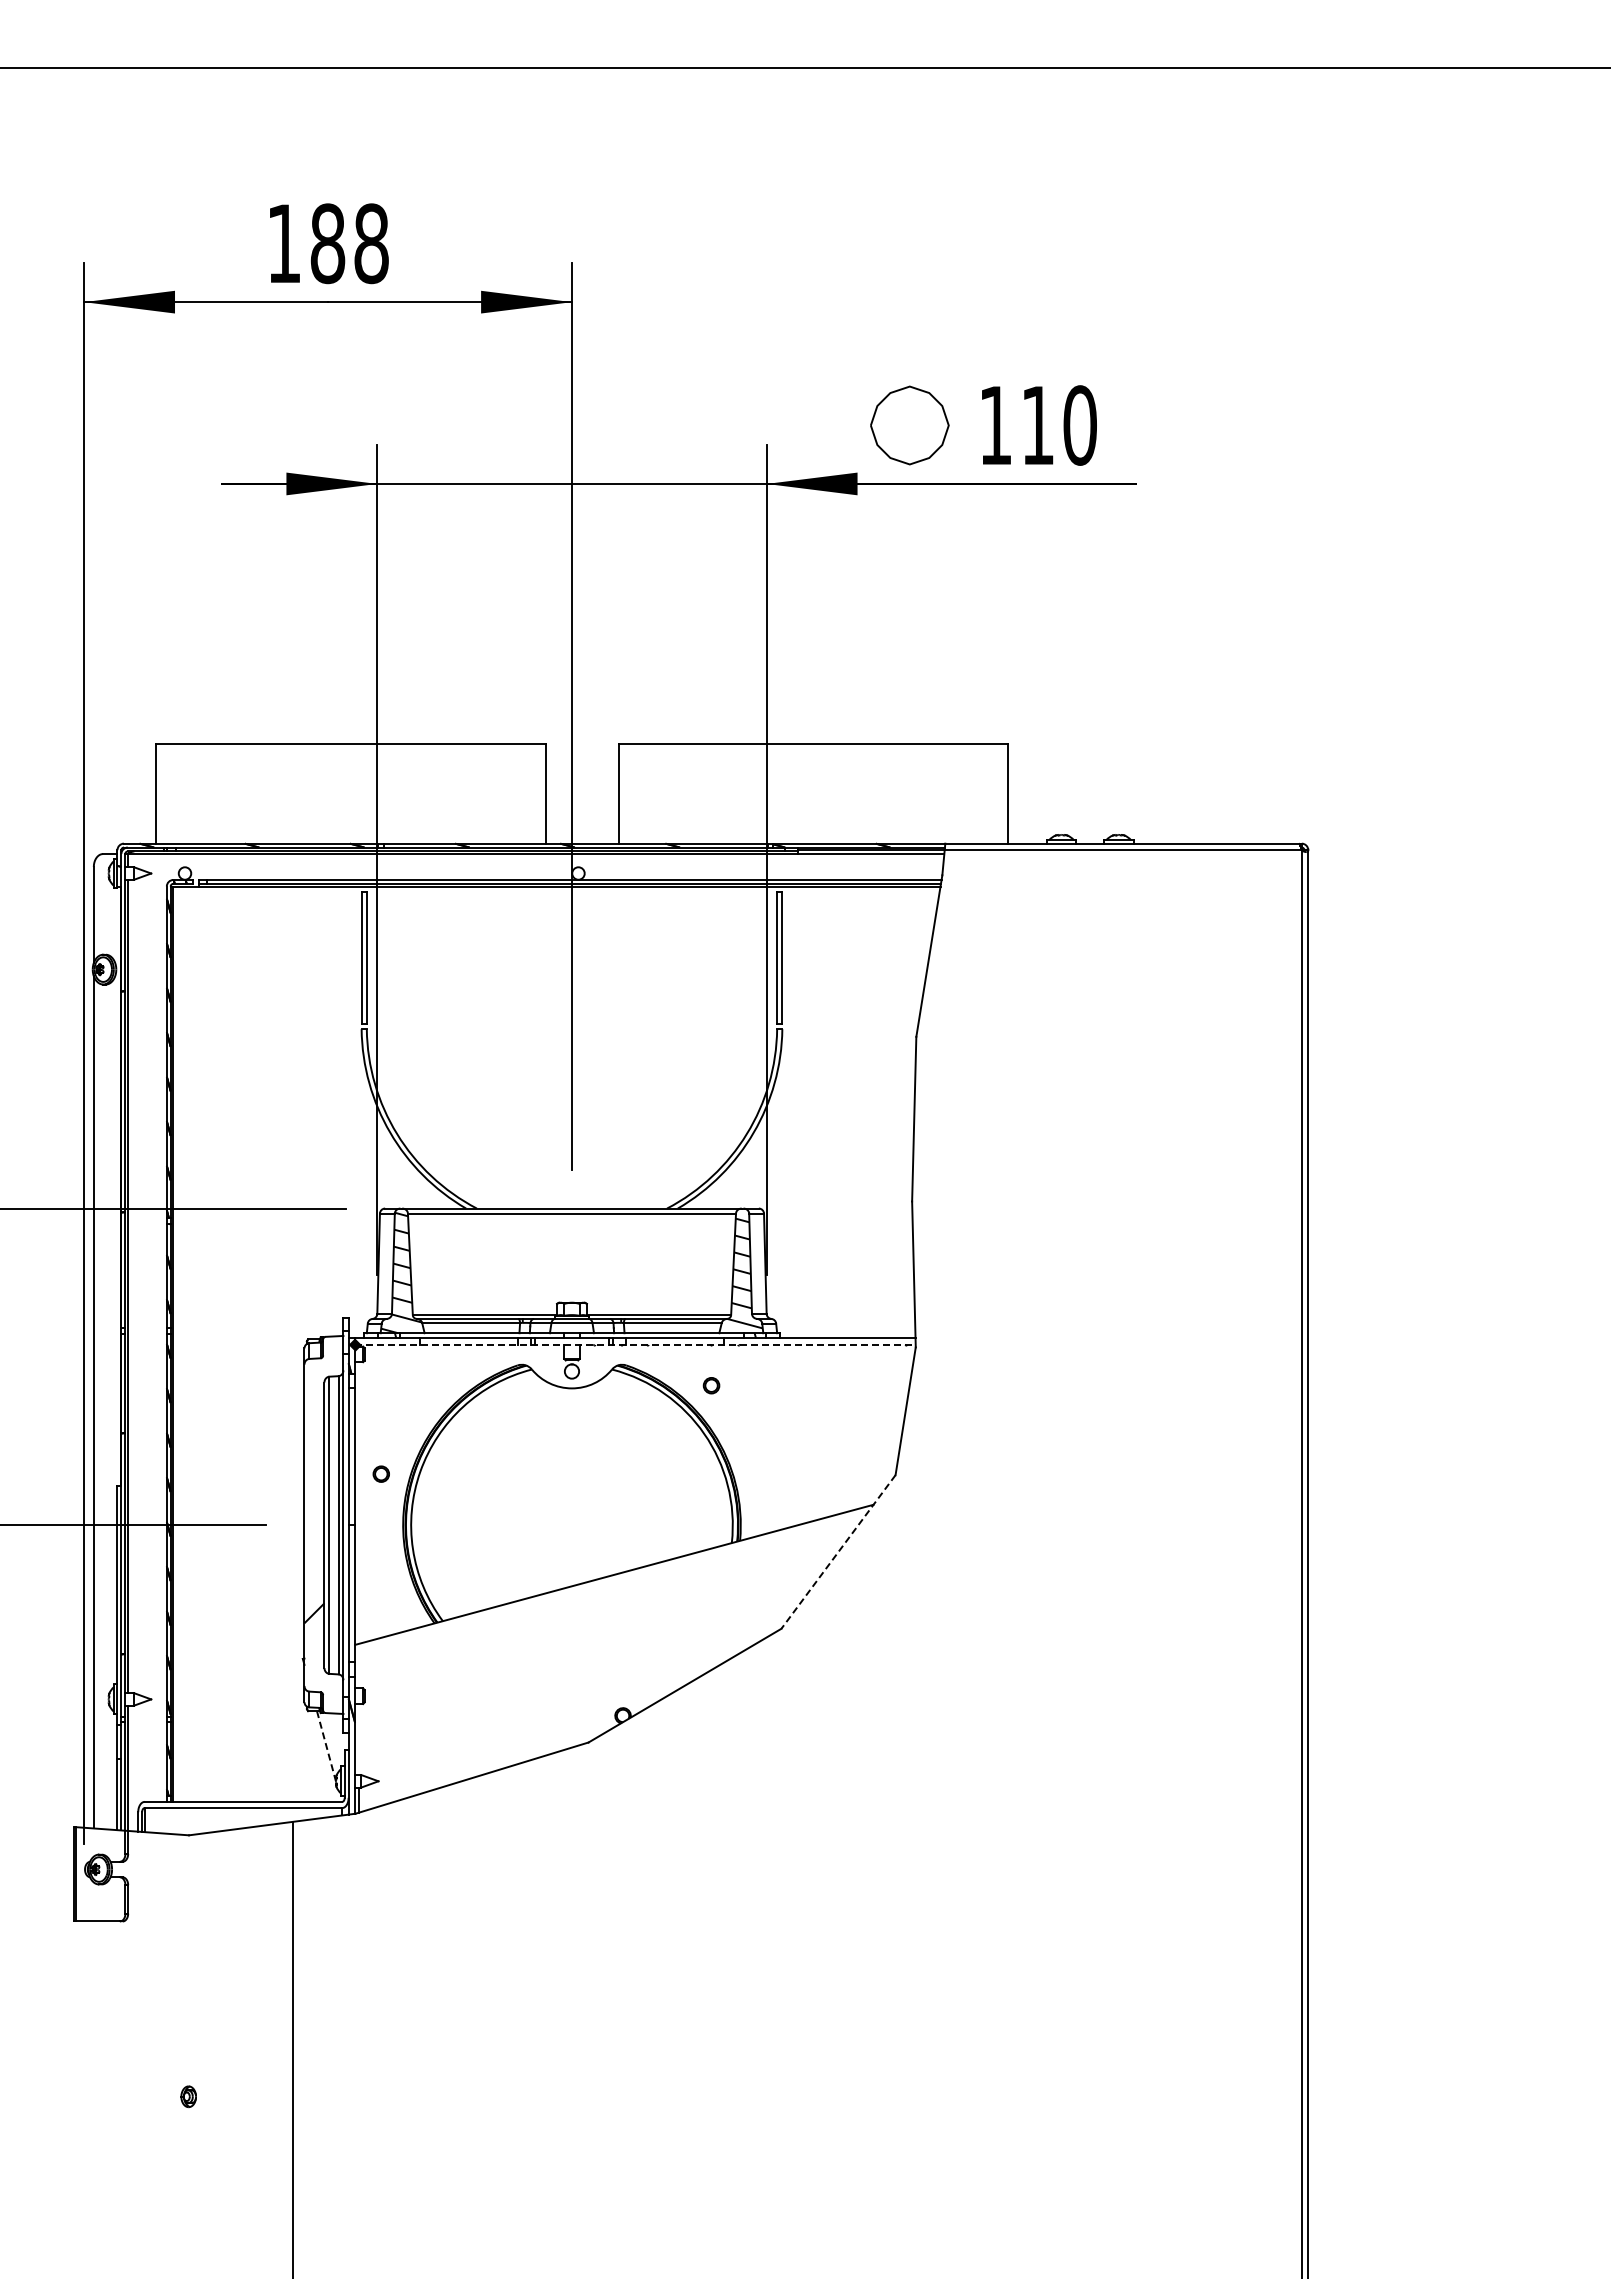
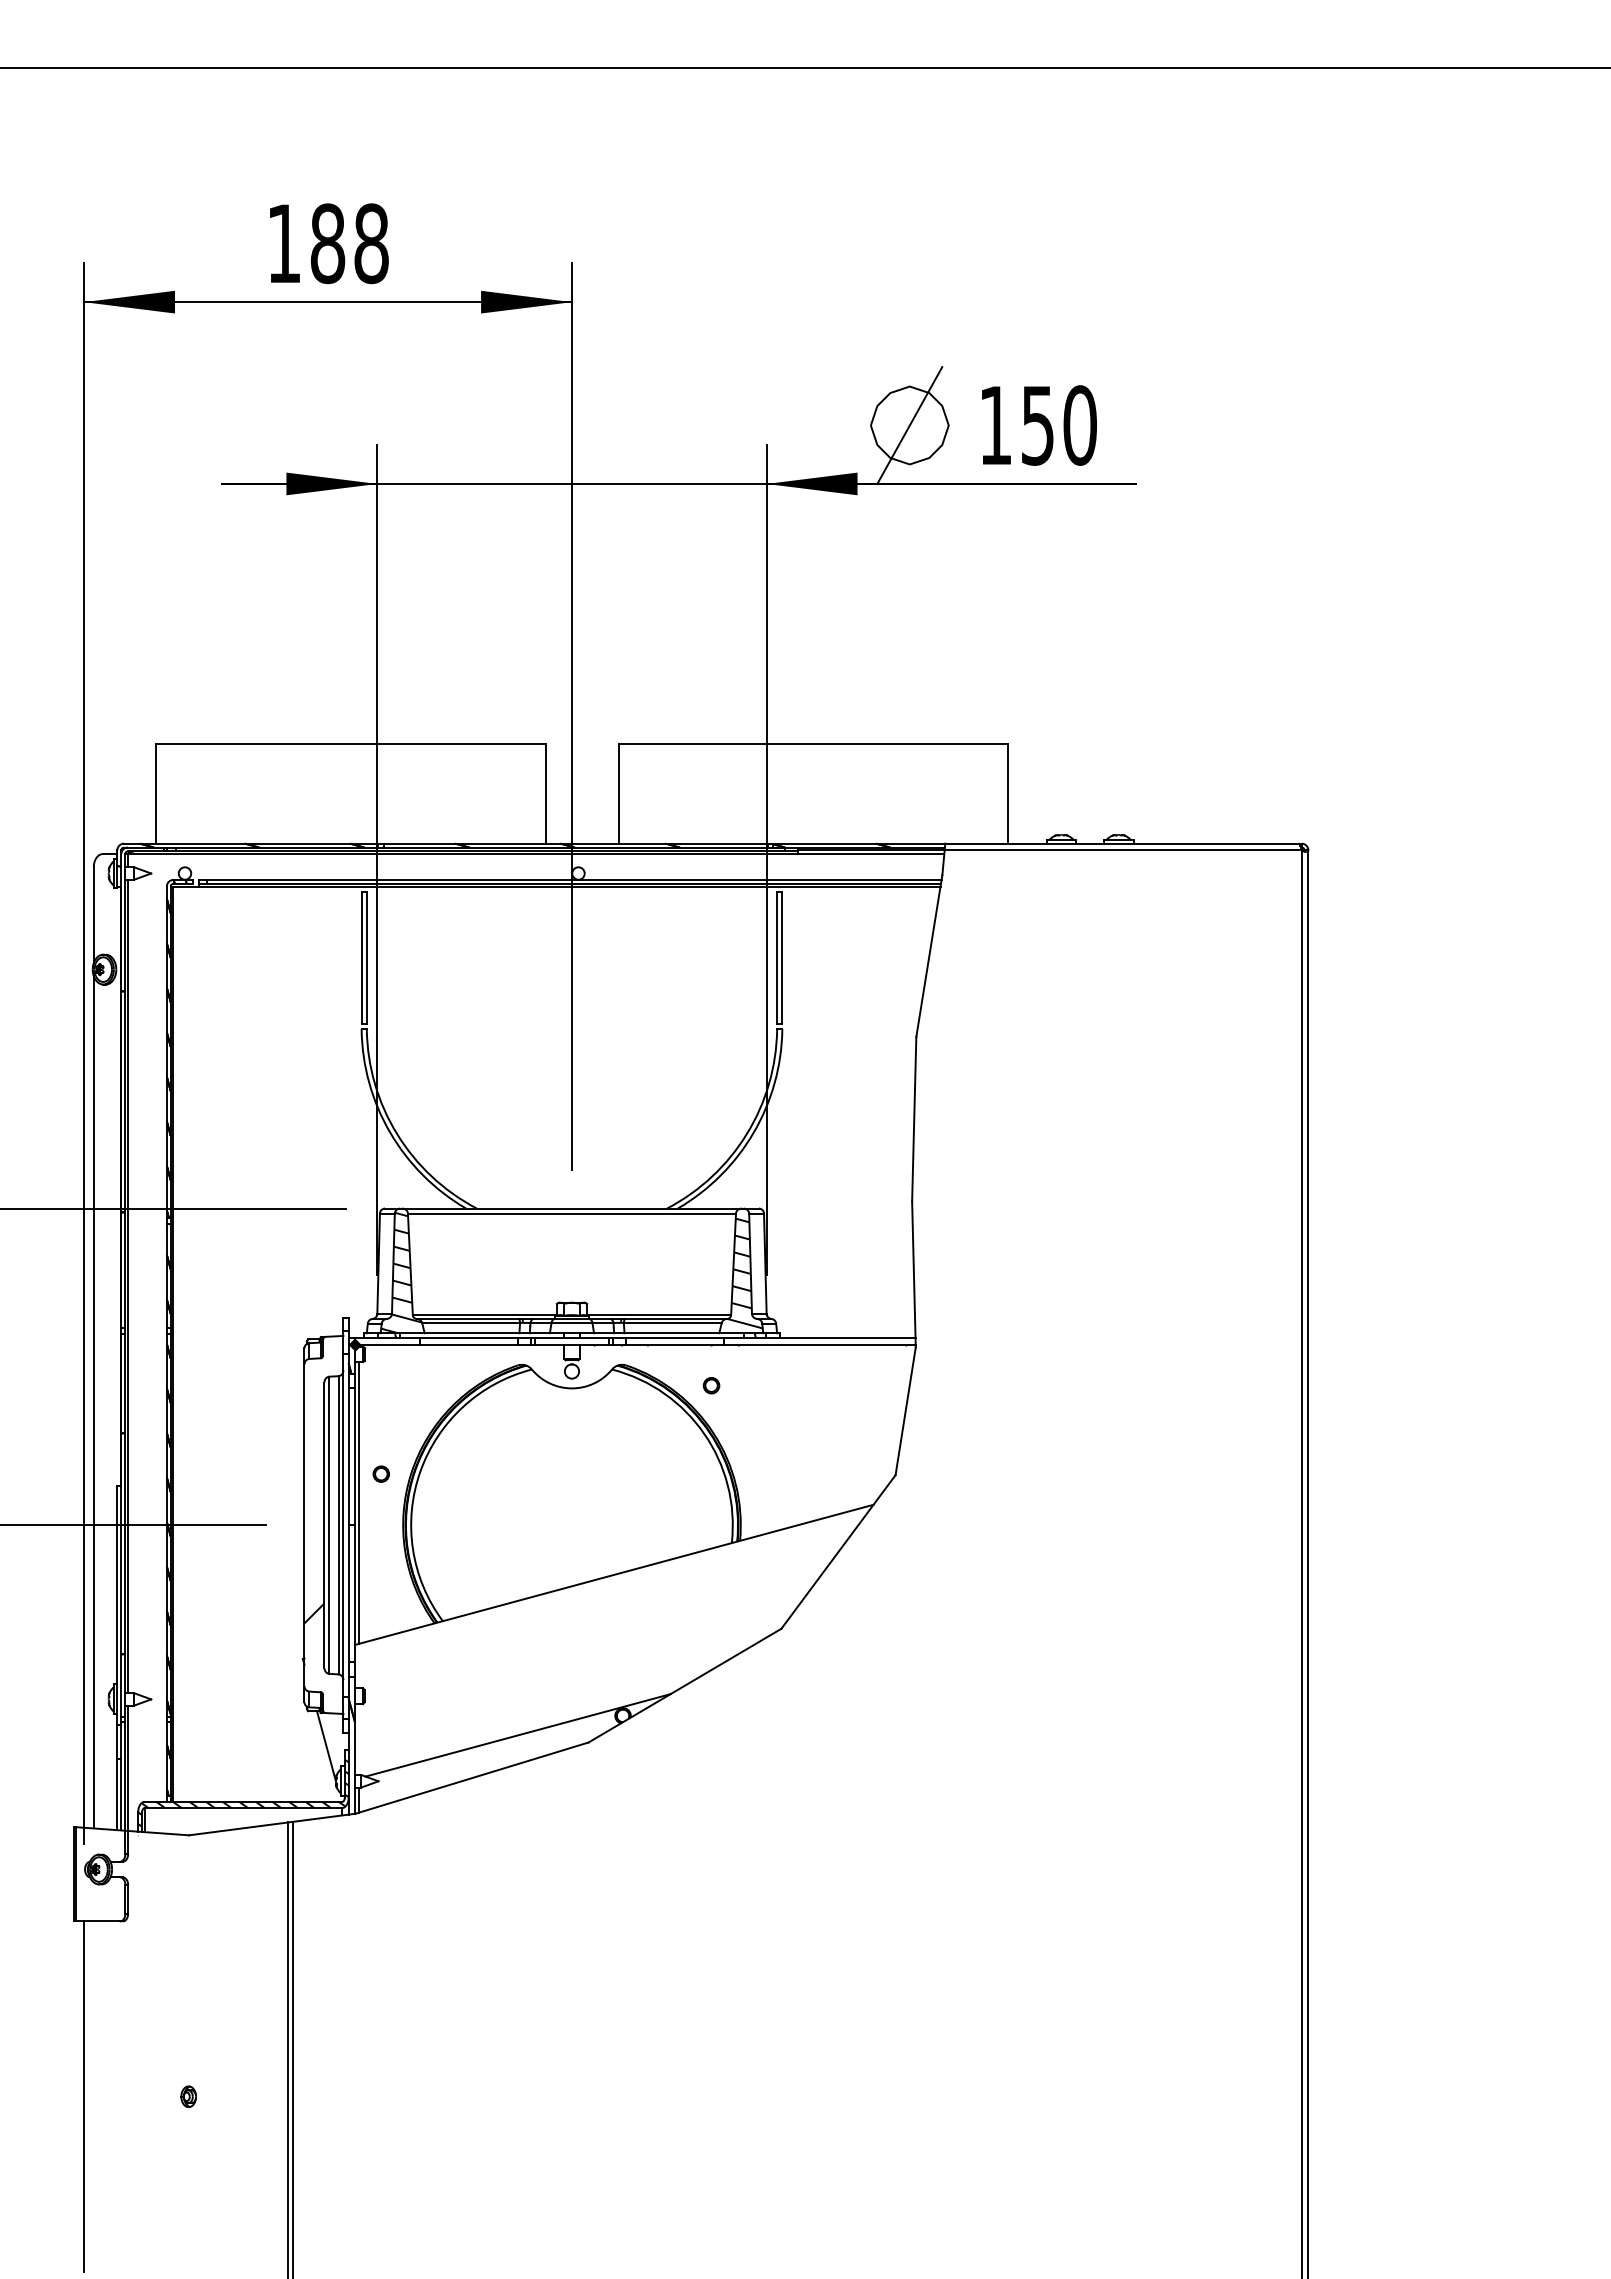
line at (909, 425): none -> present
text at (1037, 425): 110 -> 150
line at (635, 1344): dashed -> solid
line at (359, 1502): none -> present
line at (838, 1551): dashed -> solid
line at (517, 1735): none -> present
line at (326, 1746): dashed -> solid
hatch at (243, 1792): none -> present
line at (288, 2048): none -> present
line at (84, 2096): none -> present
